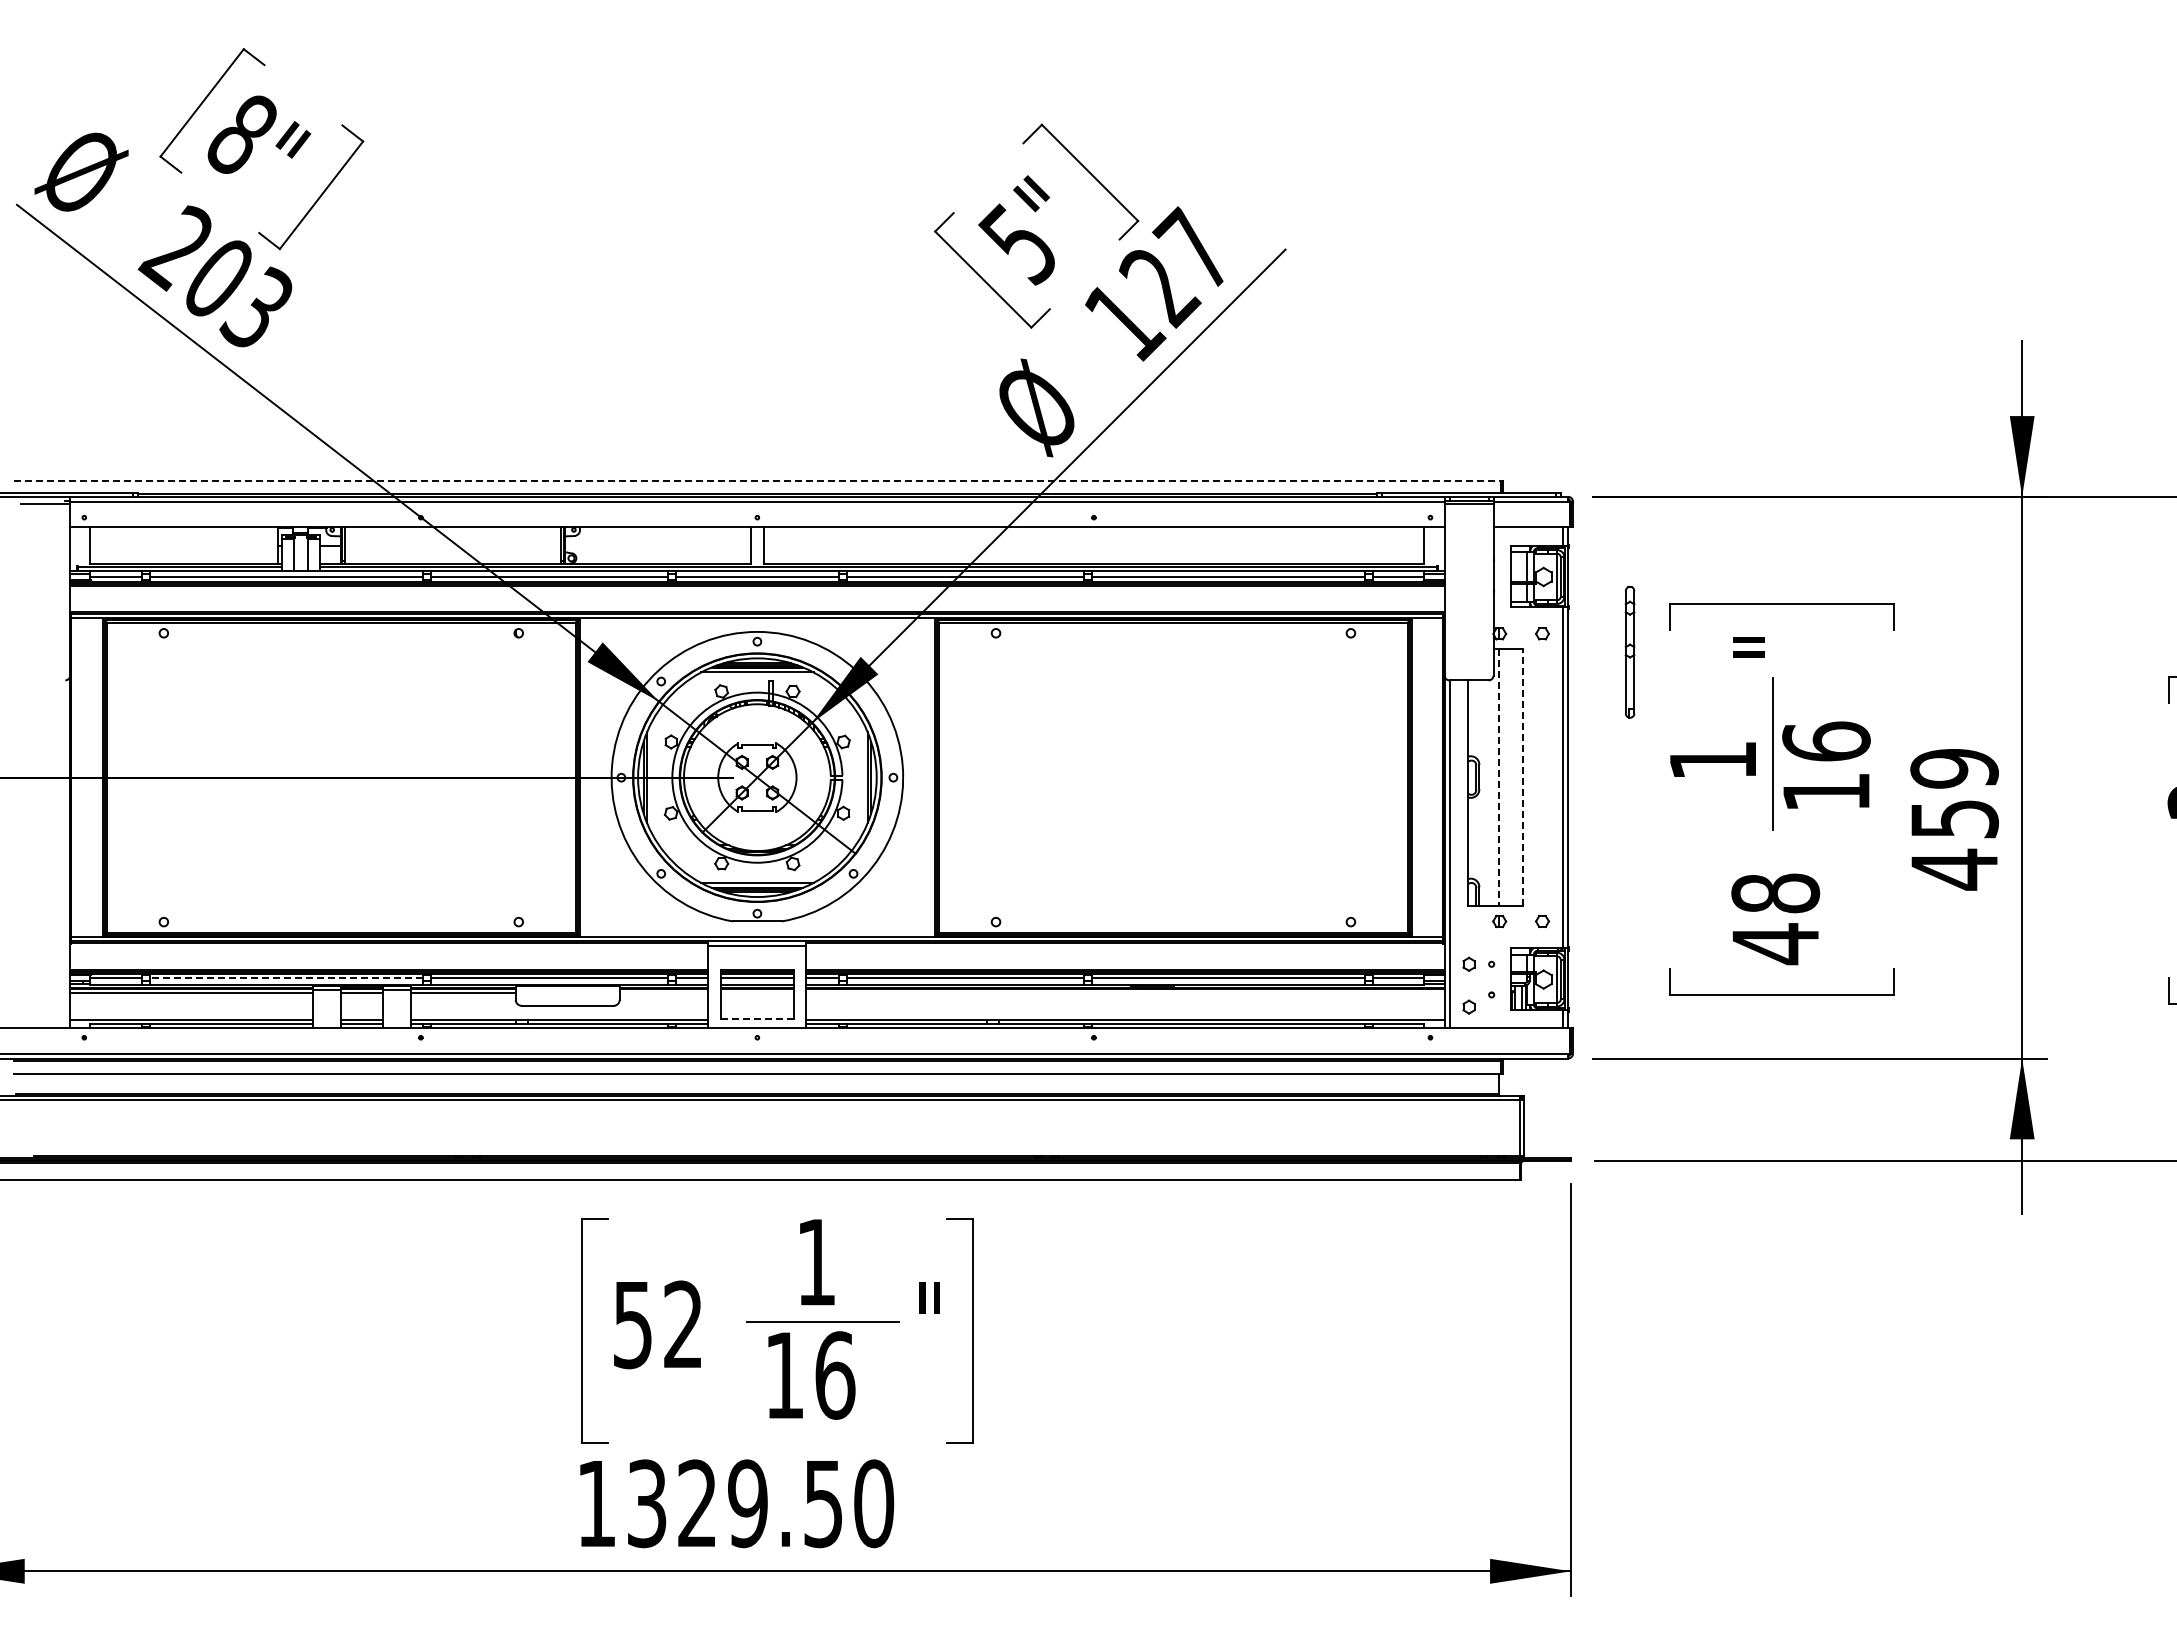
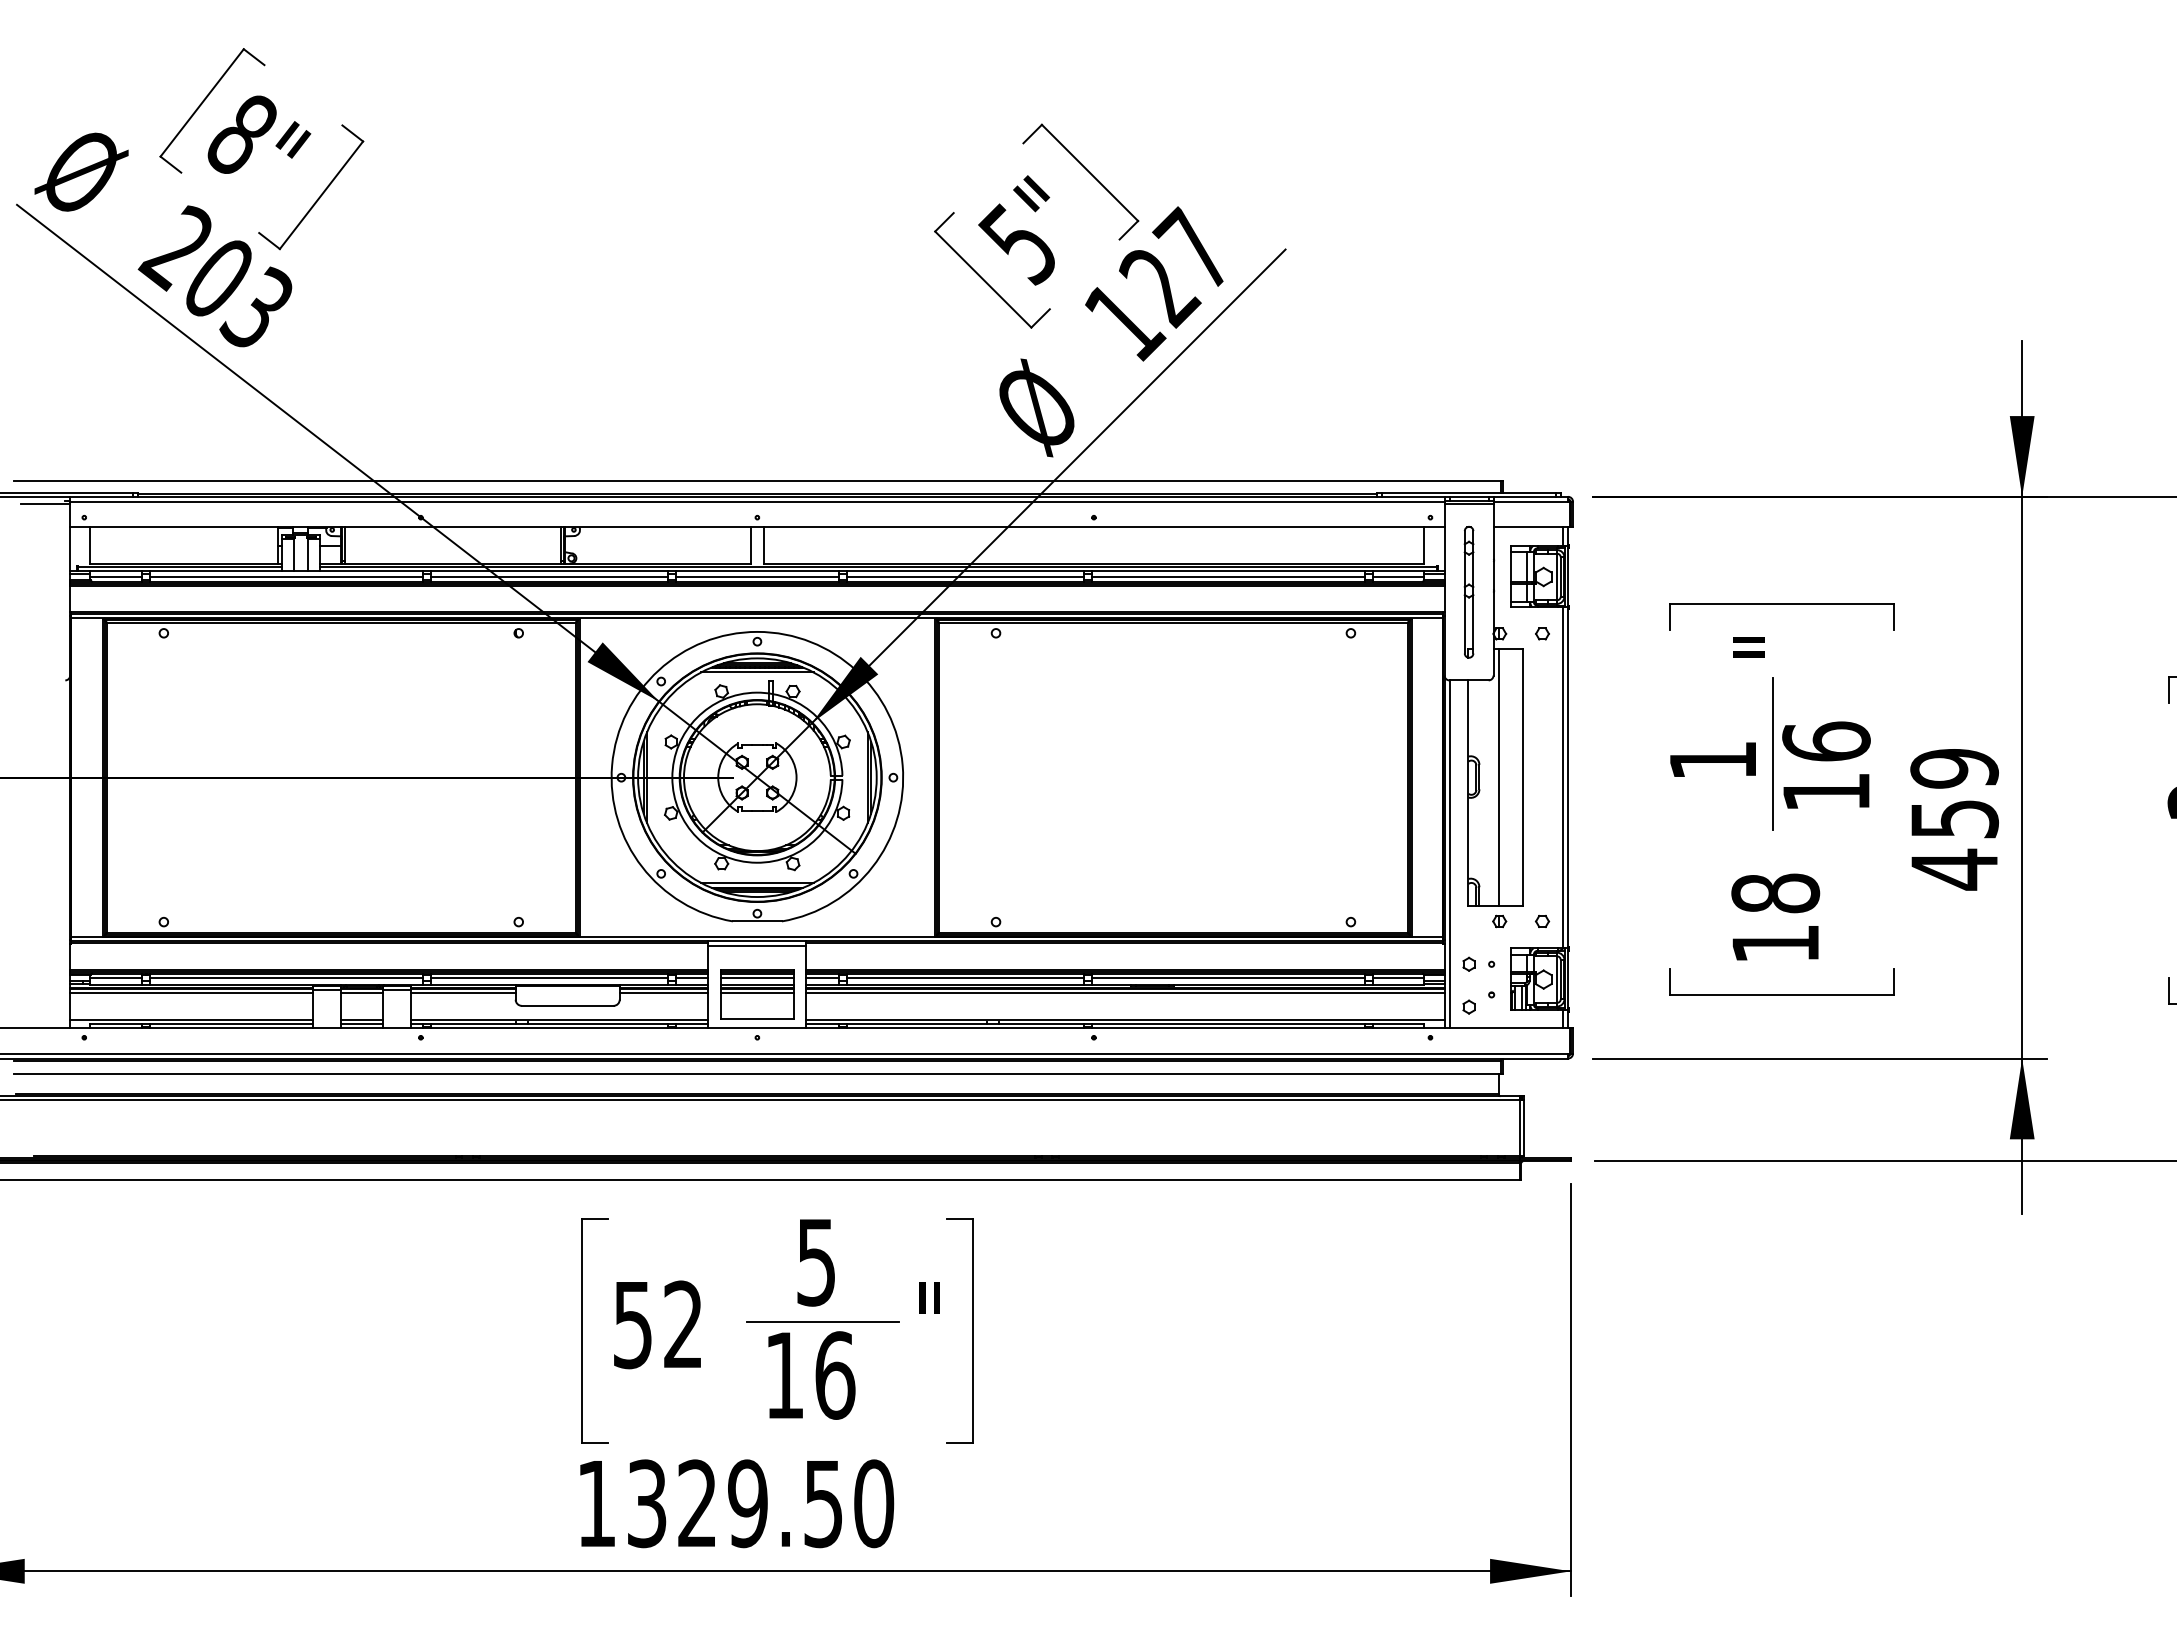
line at (757, 480): dashed -> solid
part at (1629, 652) position: (1629, 652) -> (1468, 592)
line at (1523, 777): dashed -> solid
line at (1499, 778): dashed -> solid
text at (1775, 944): 48 -> 18
line at (286, 978): dashed -> solid
line at (663, 992): none -> present
line at (757, 992): none -> present
line at (1125, 992): none -> present
line at (757, 1019): dashed -> solid
text at (815, 1262): 1 -> 5
